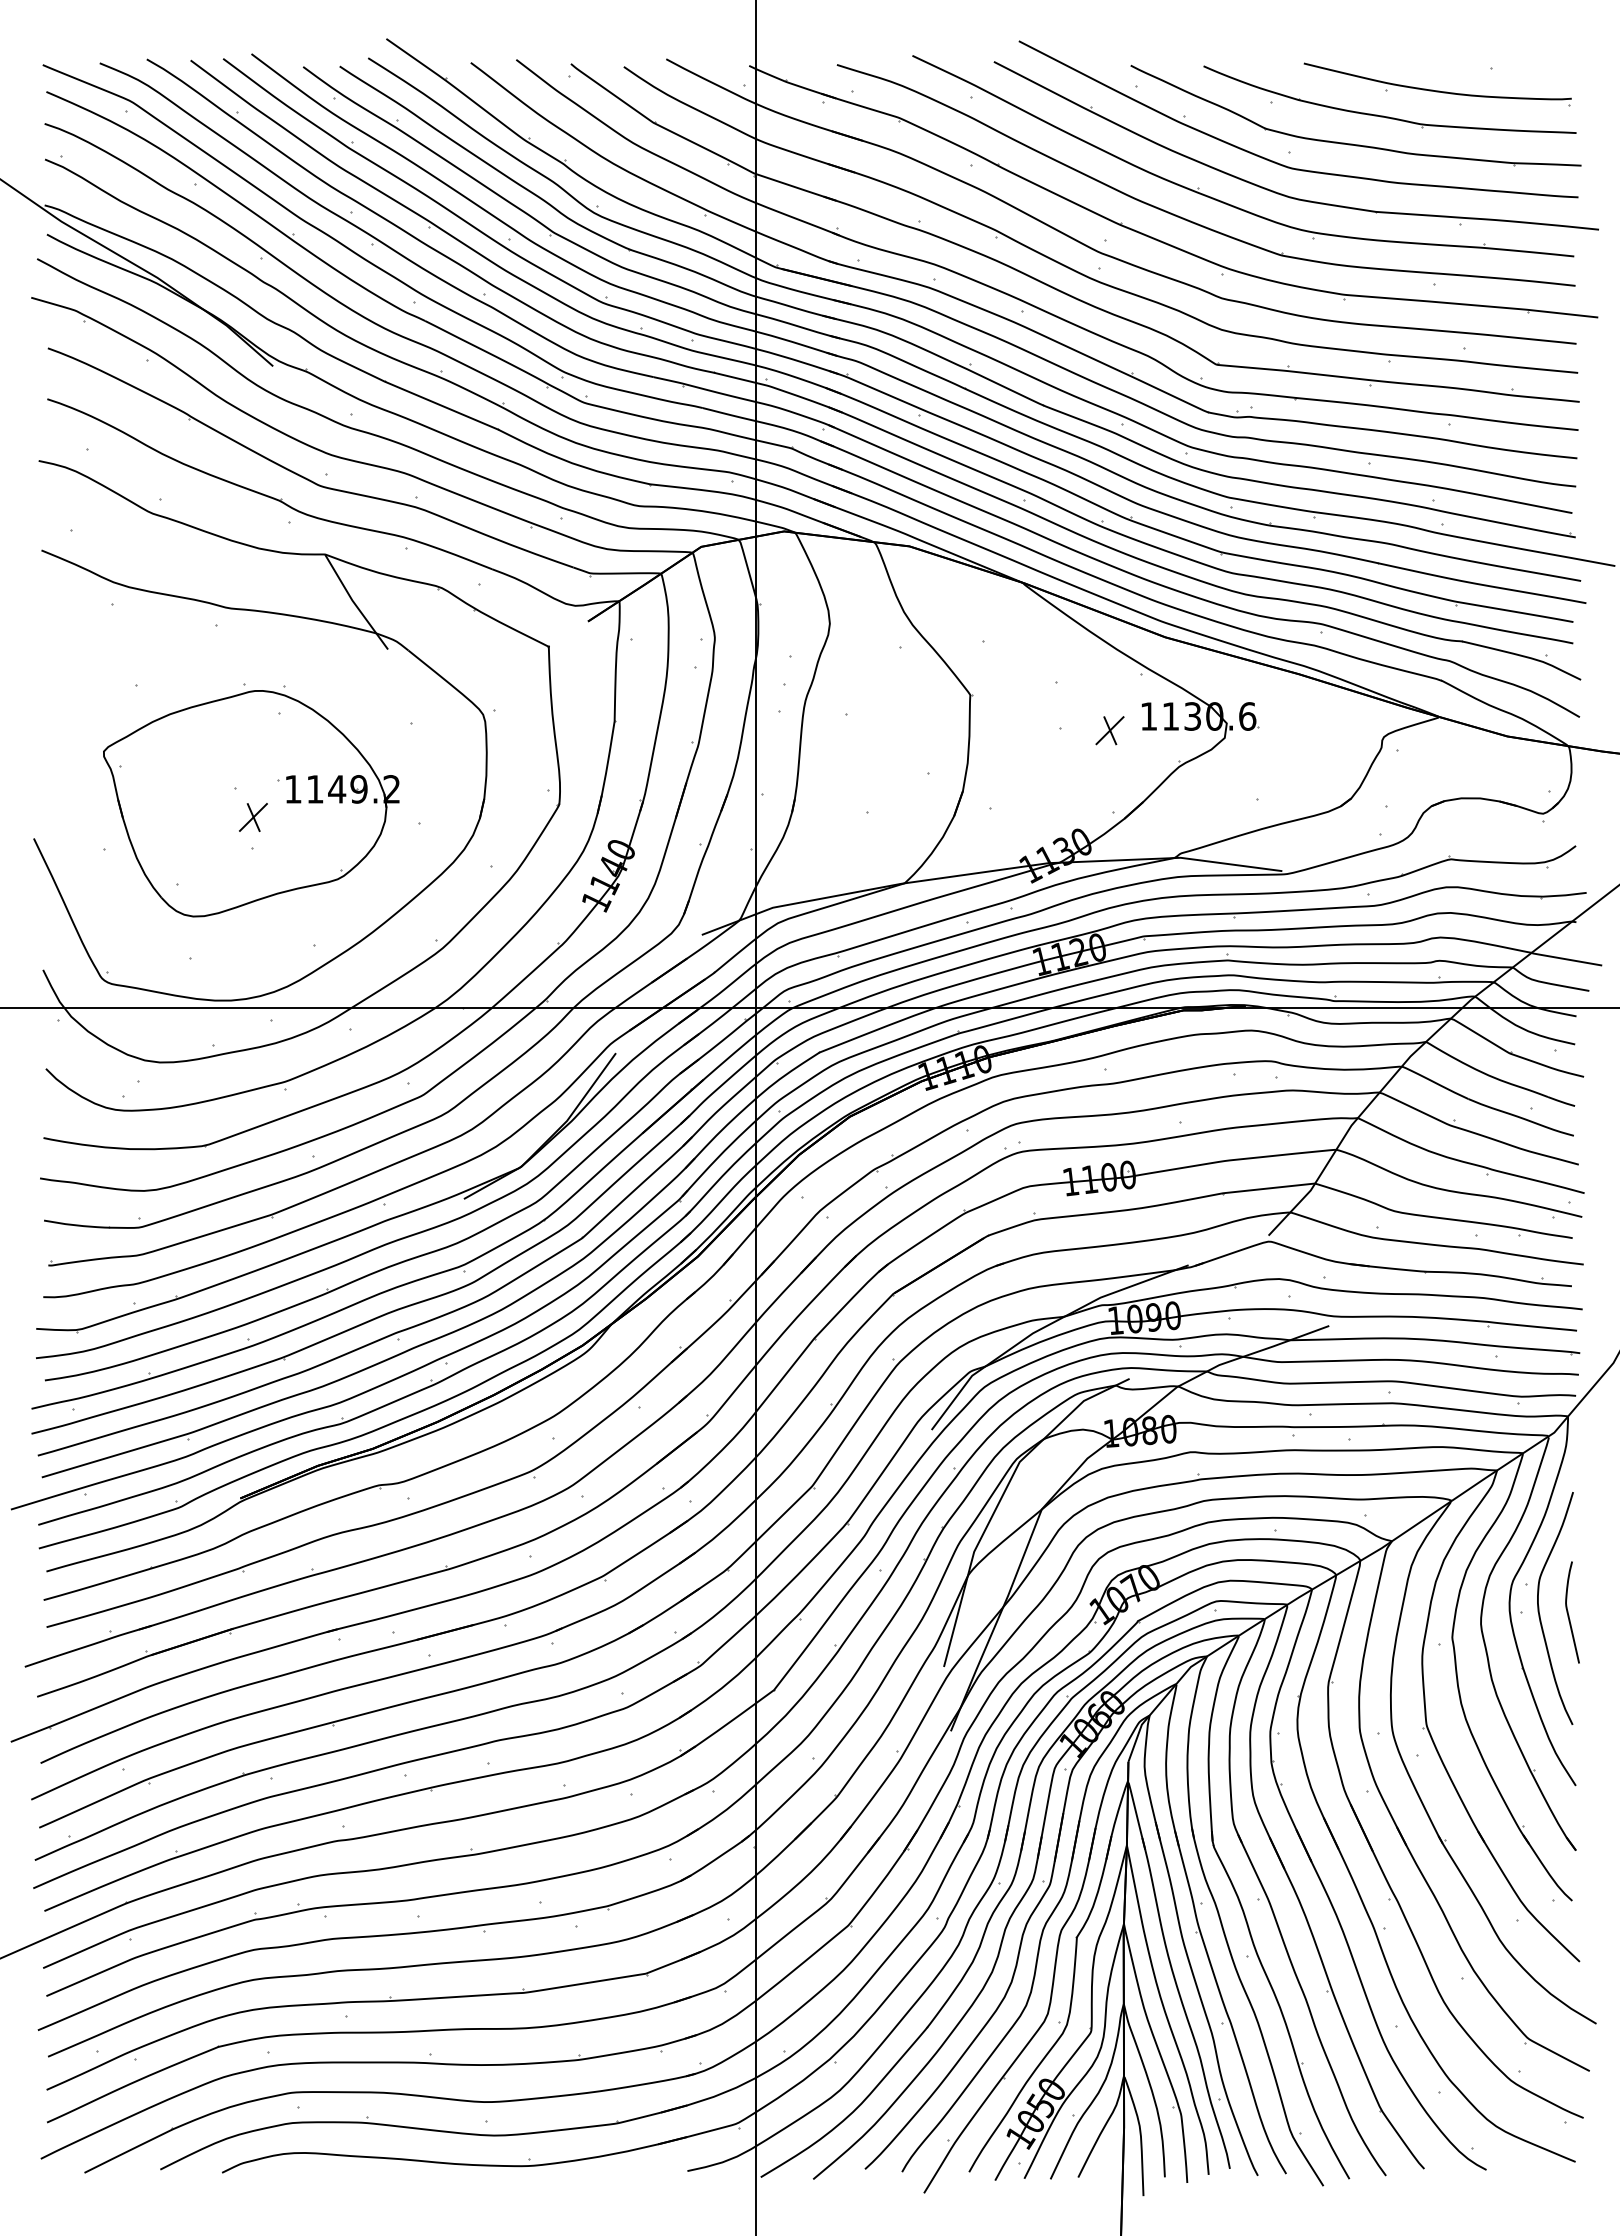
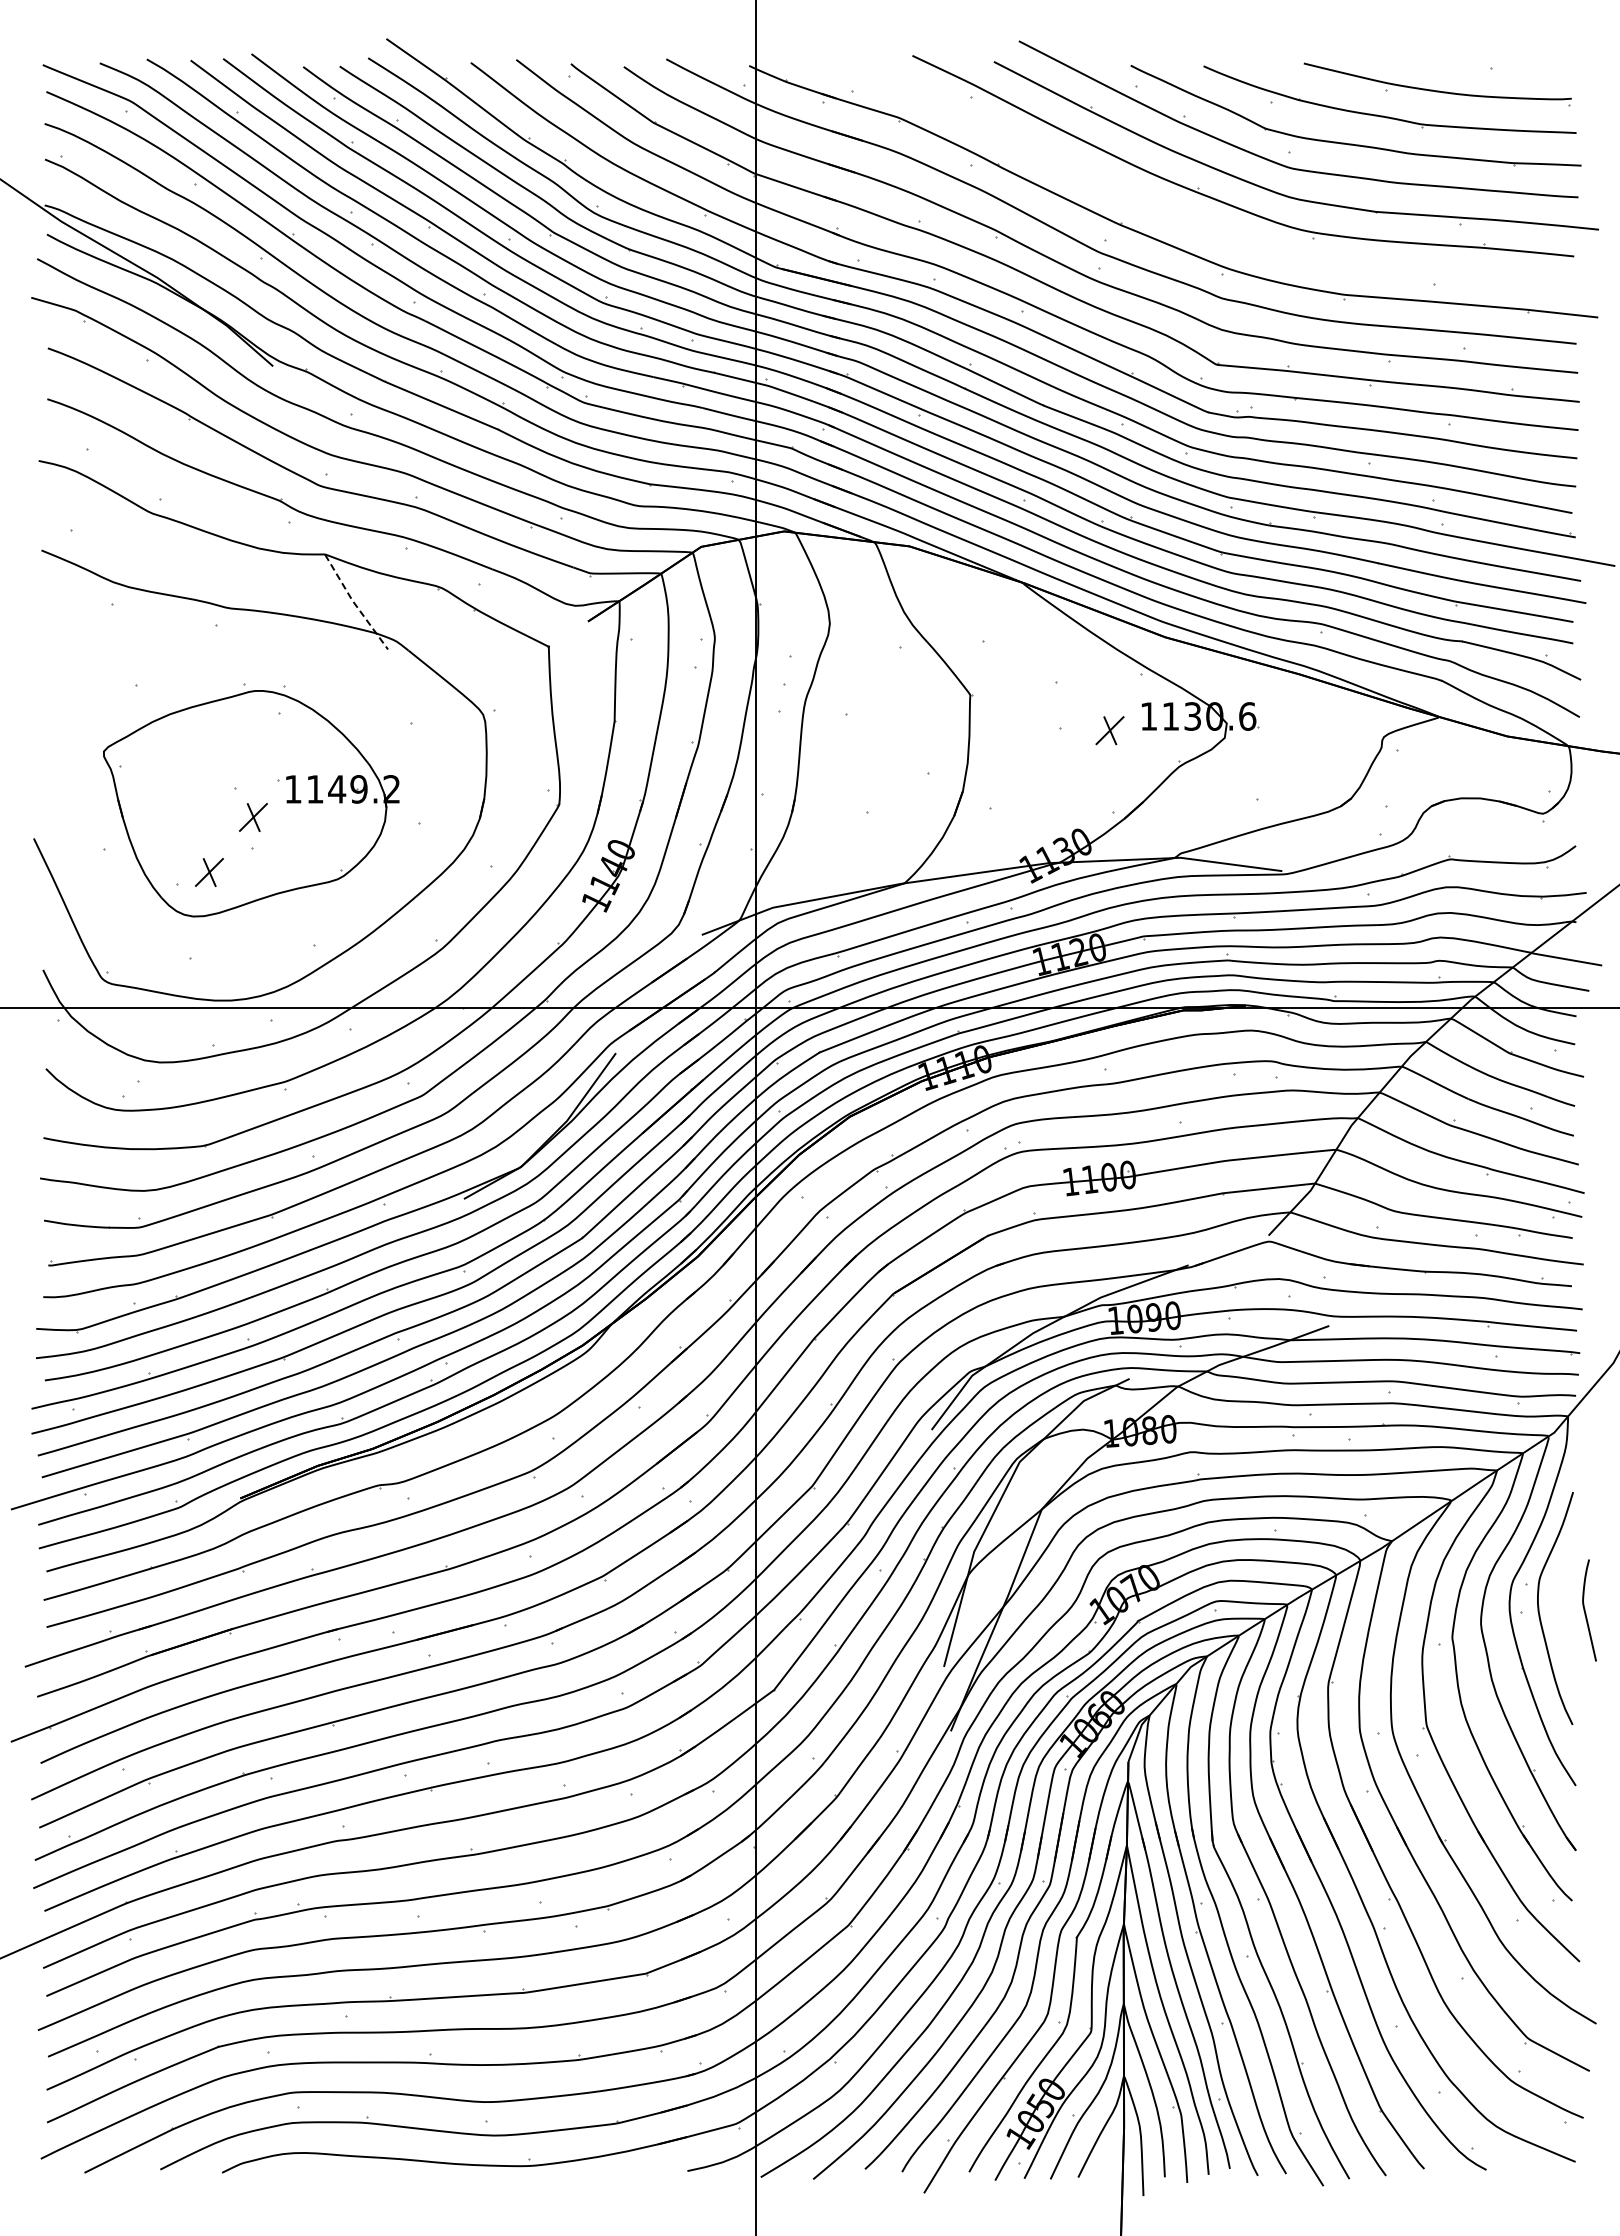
part at (1188, 219): present -> none
line at (354, 602): solid -> dashed
part at (209, 872): none -> present
curve at (1568, 1612) position: (1568, 1612) -> (1585, 1610)
